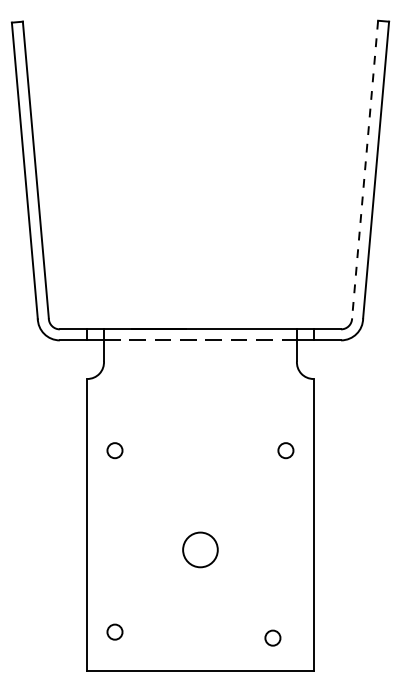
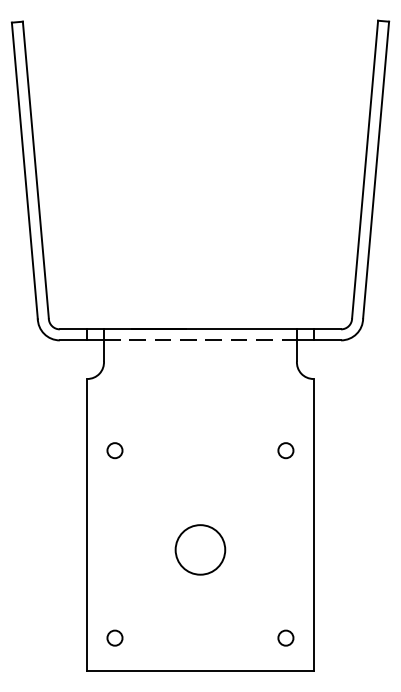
line at (365, 170): dashed -> solid
circle at (200, 549) size: 37x38 px -> 53x52 px
circle at (114, 631) position: (114, 631) -> (114, 637)
circle at (272, 637) position: (272, 637) -> (285, 637)
